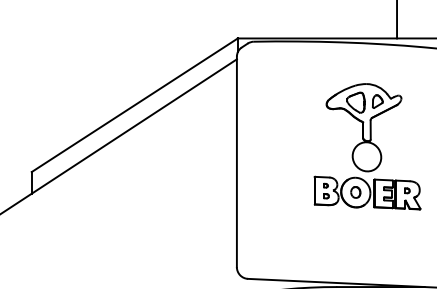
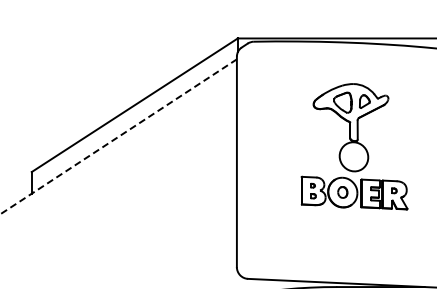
line at (397, 20): present -> none
line at (118, 136): solid -> dashed
part at (367, 146) position: (367, 146) -> (354, 146)
